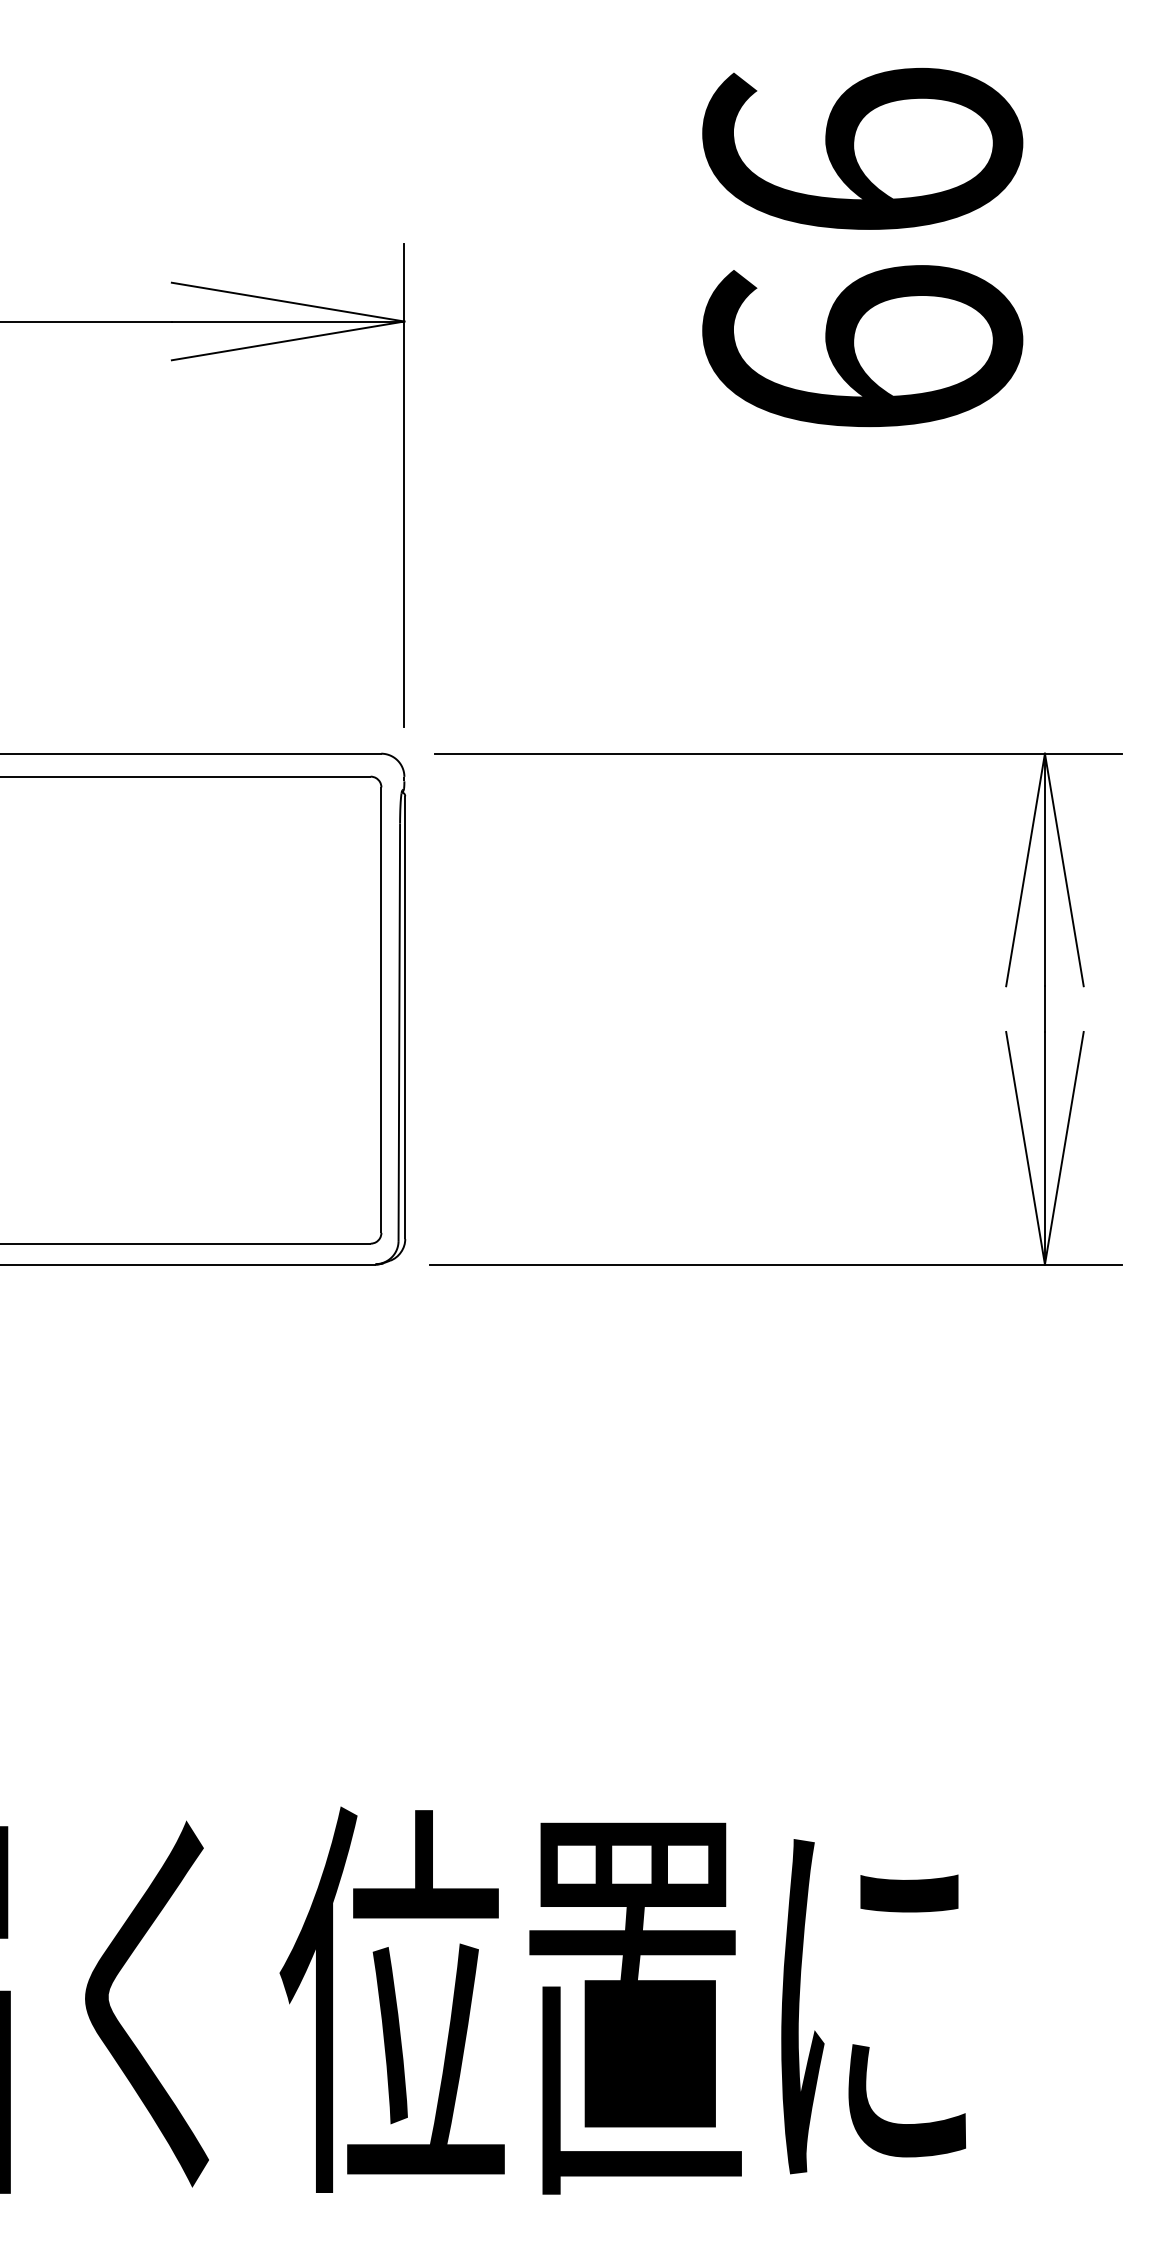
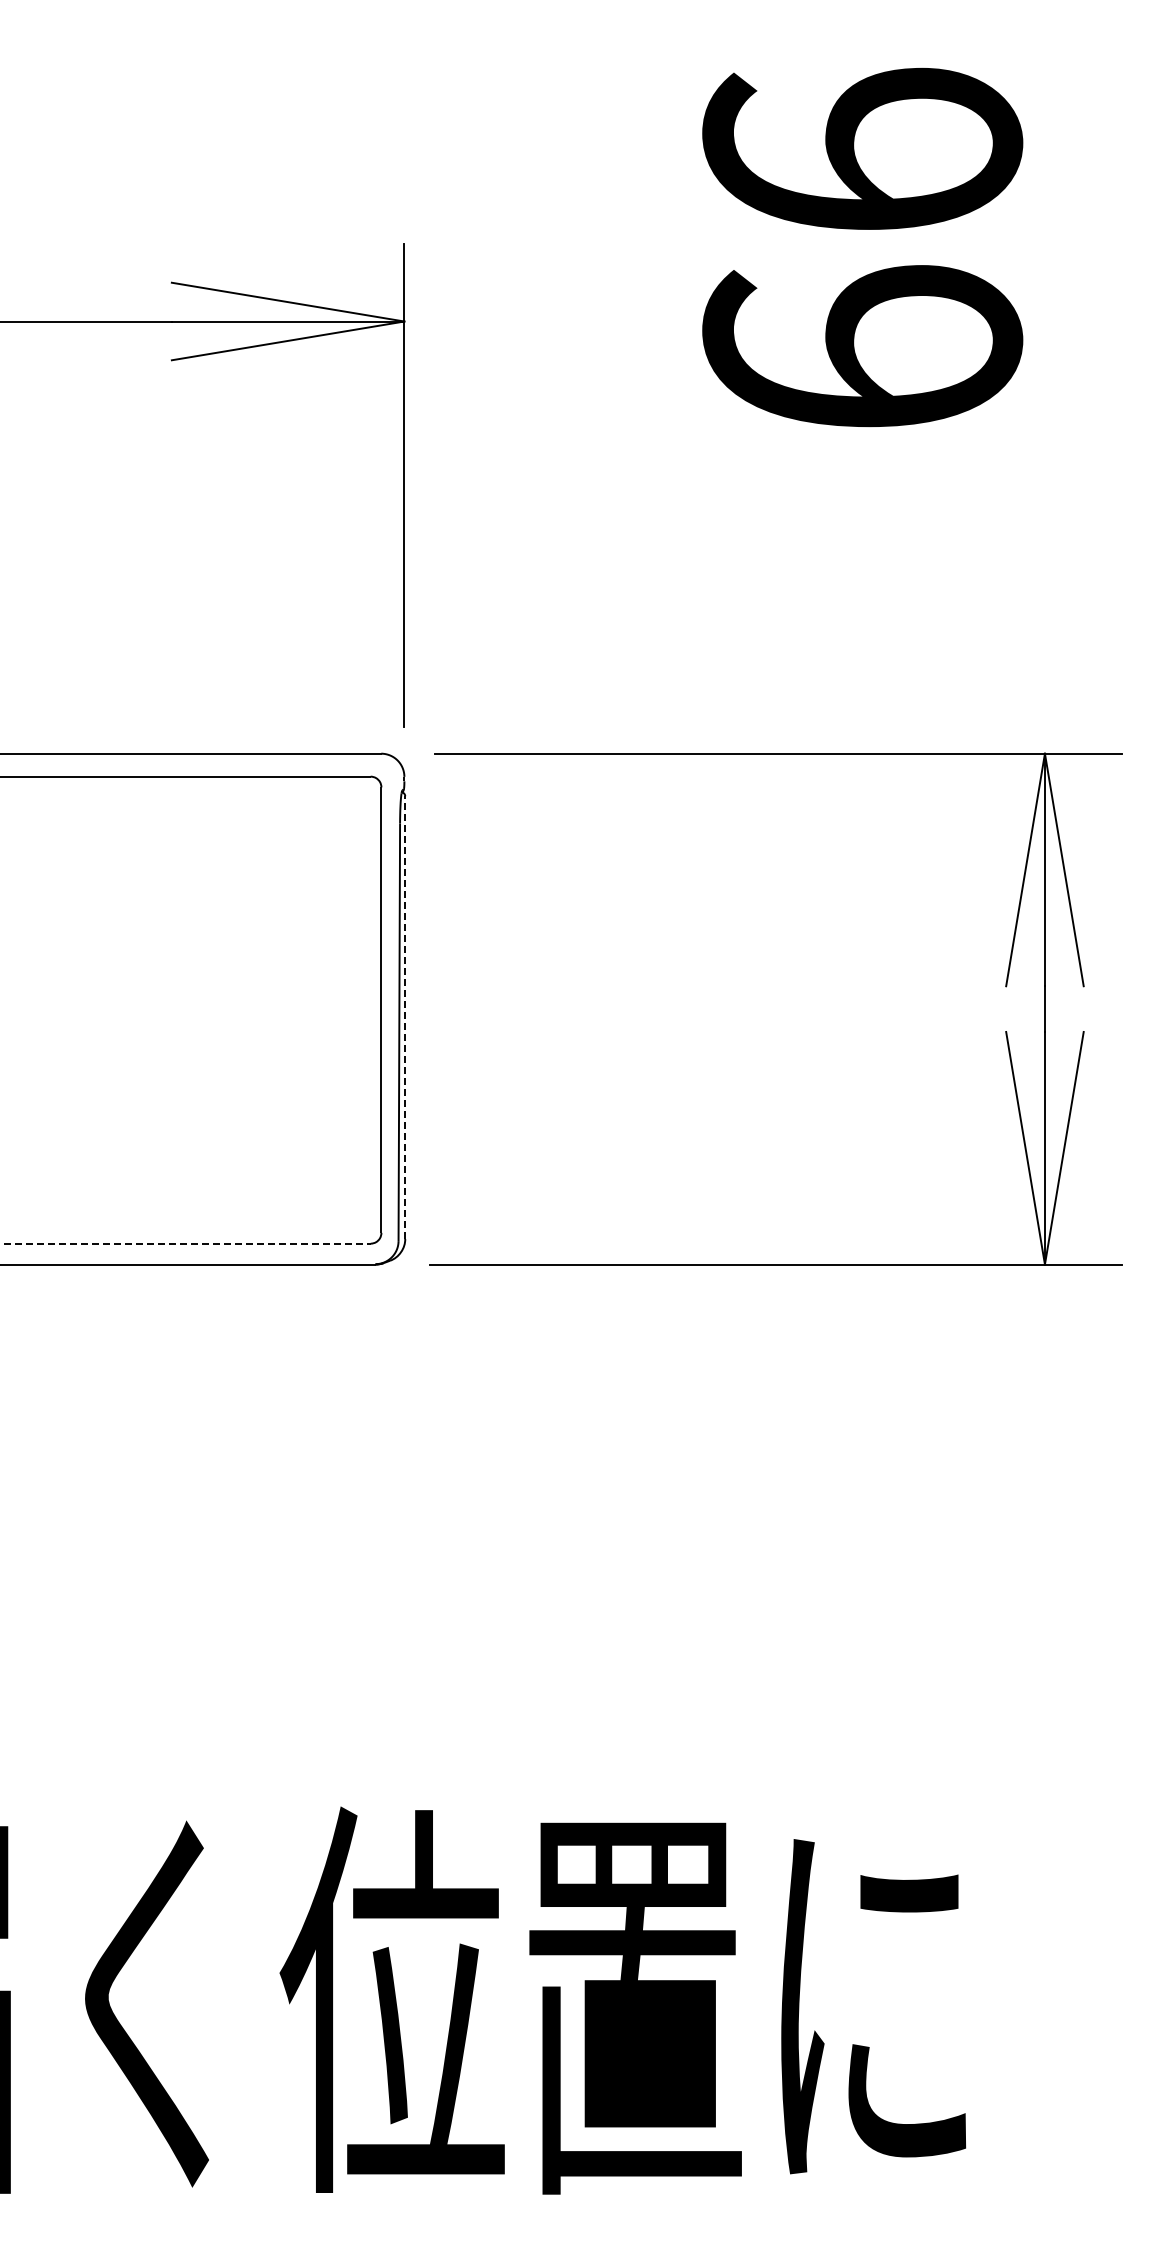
line at (405, 1017): solid -> dashed
line at (185, 1243): solid -> dashed
